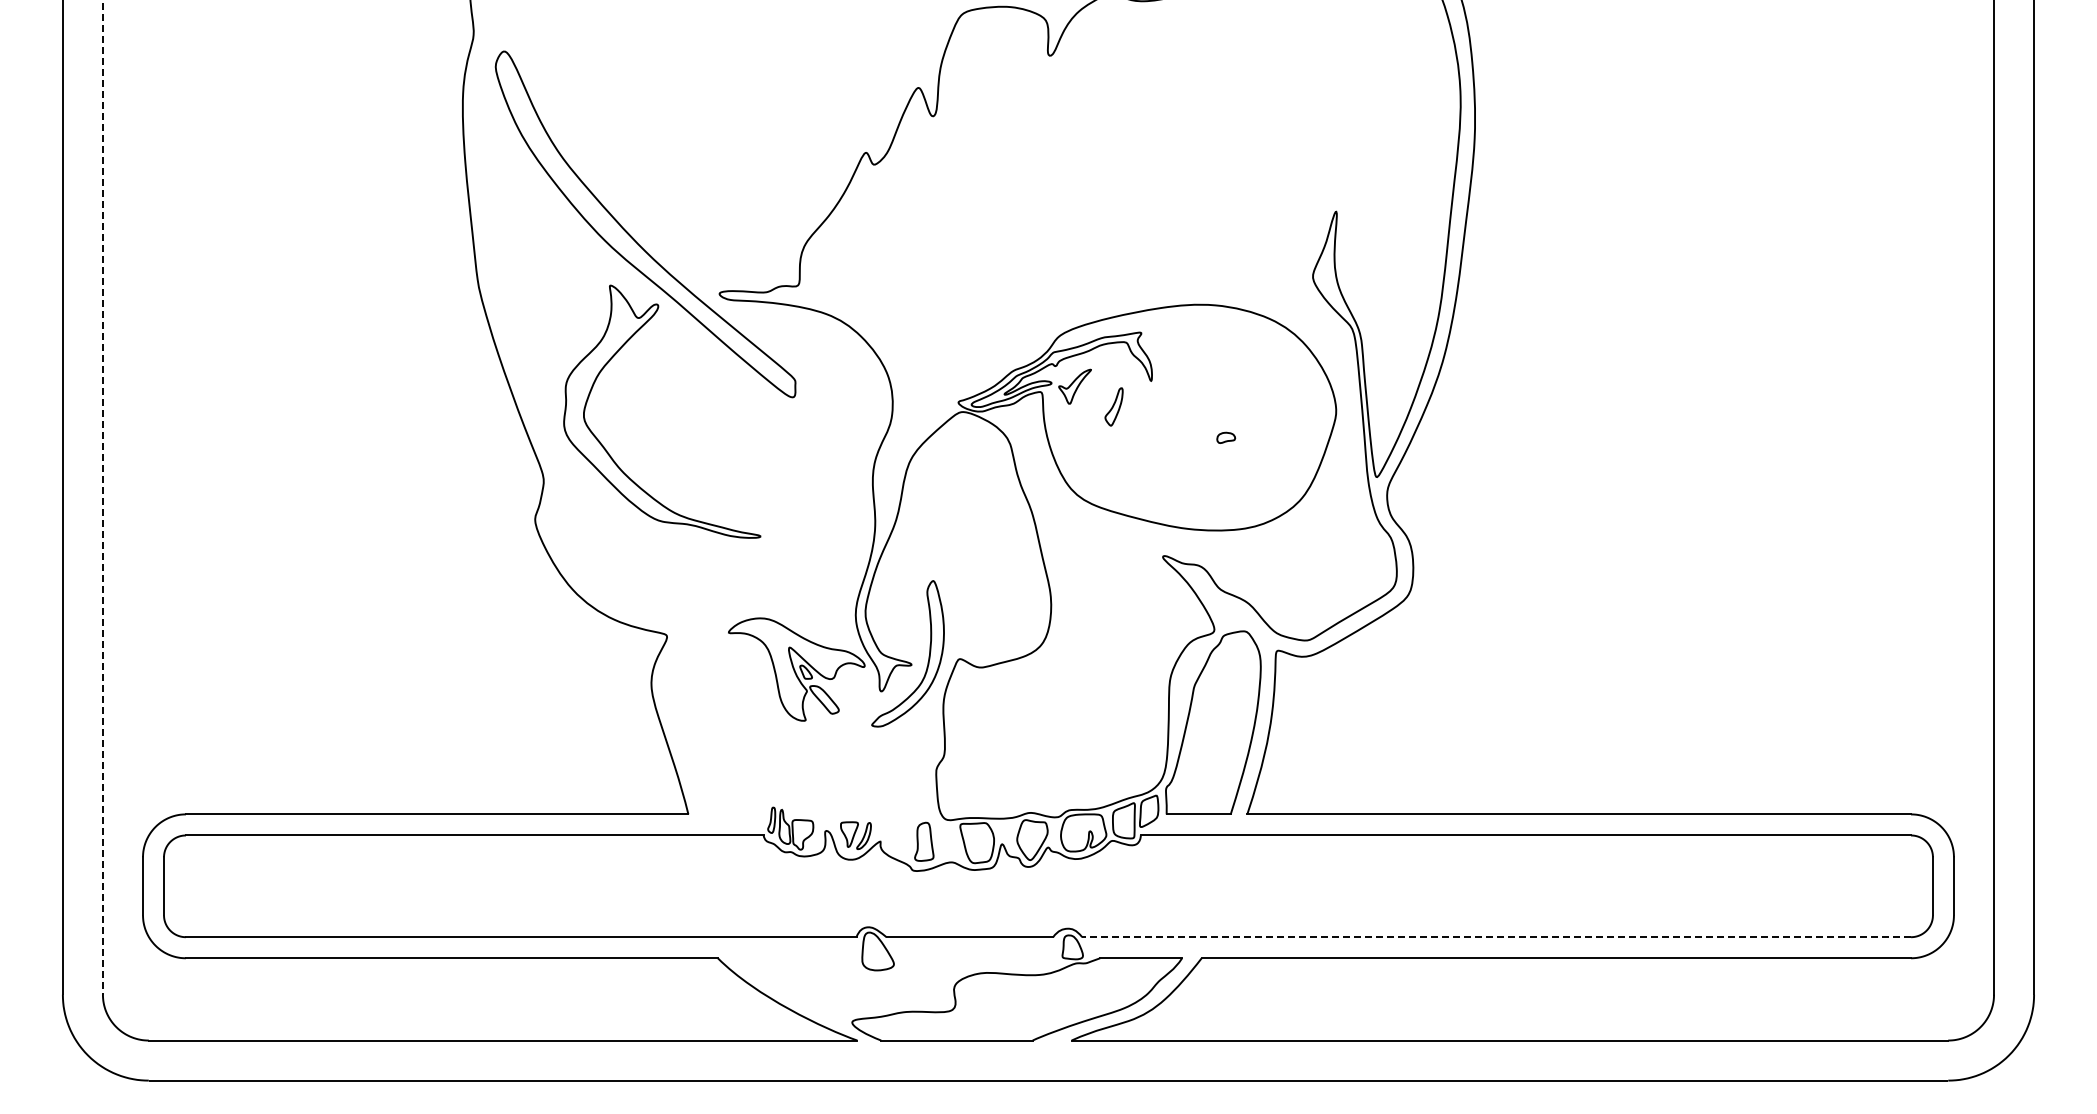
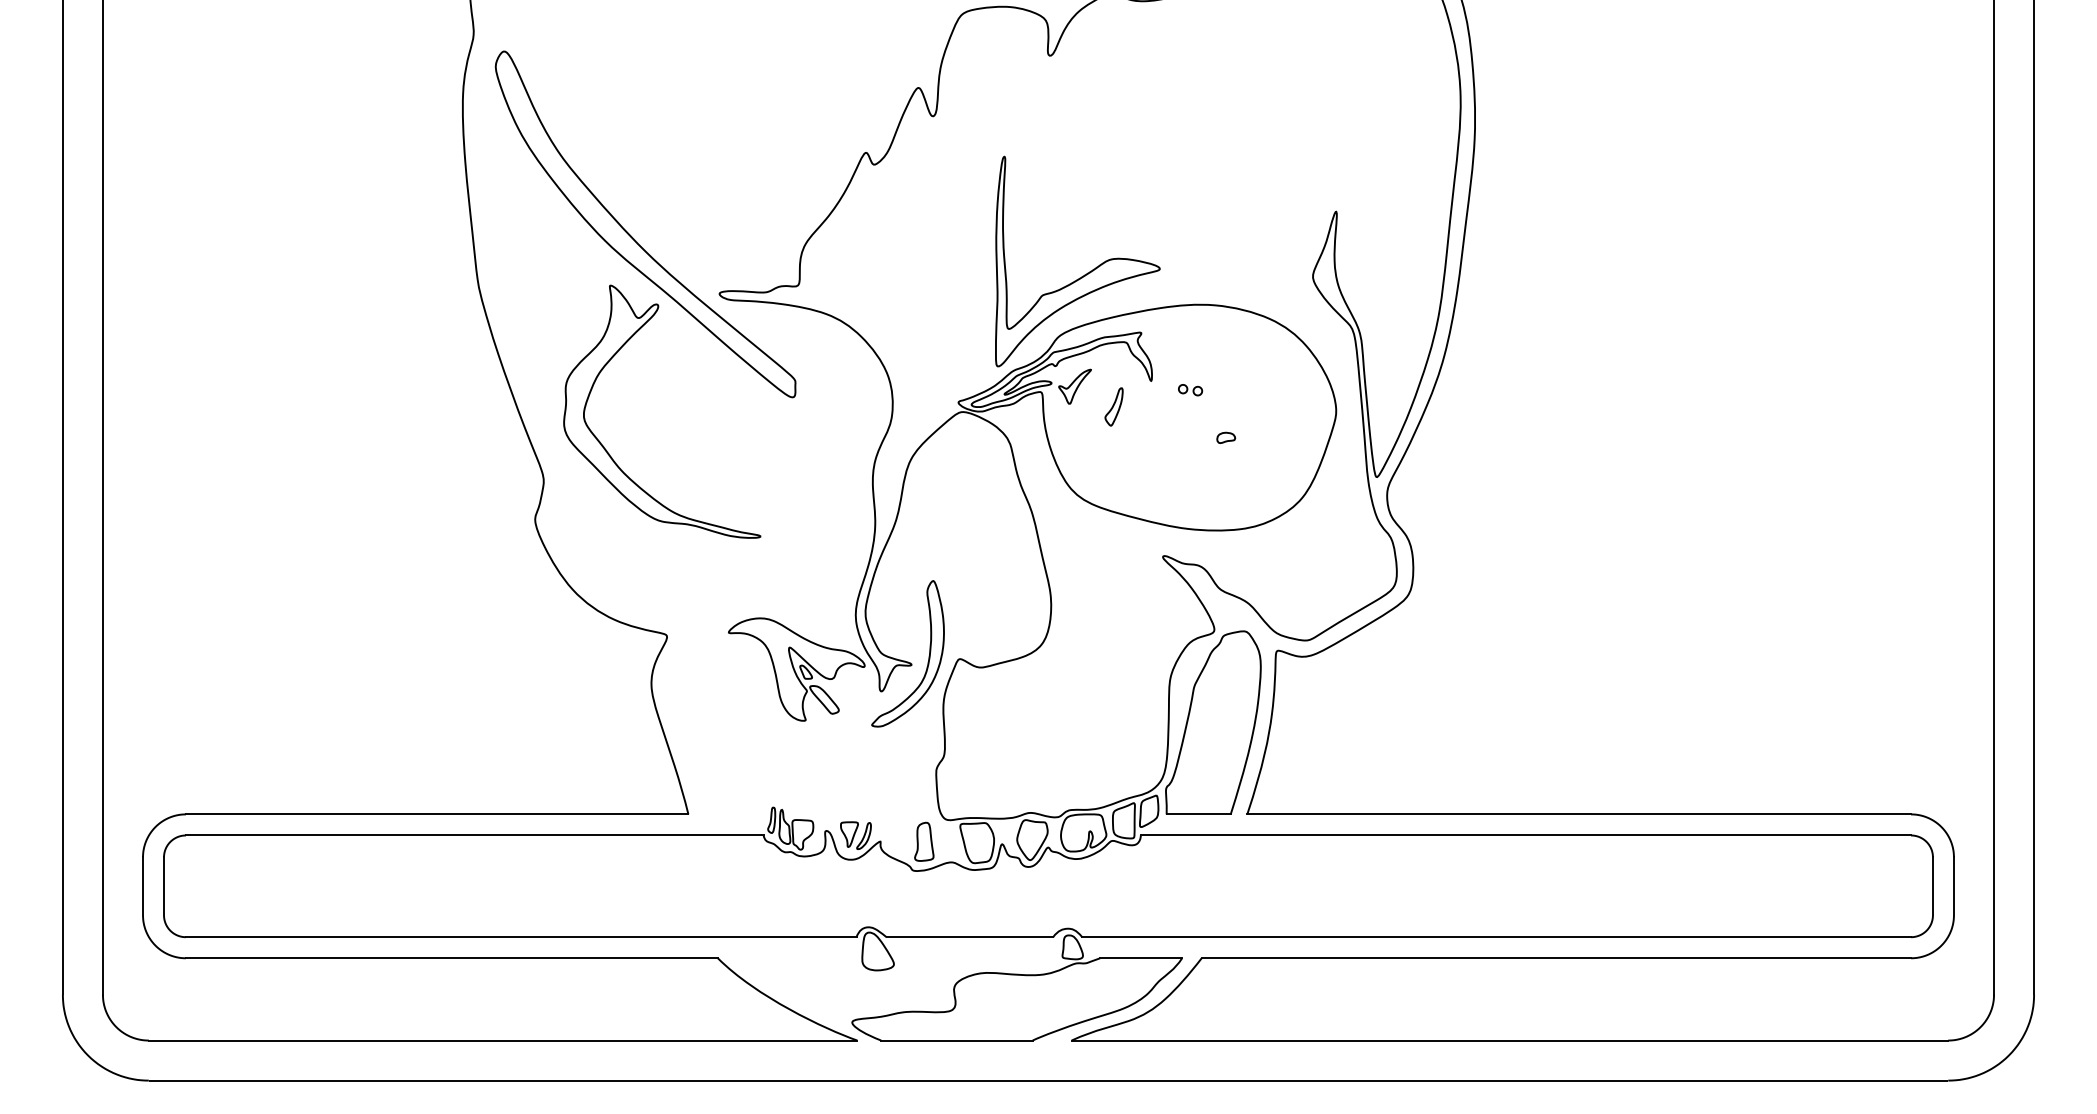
part at (1084, 274): none -> present
part at (1190, 390): none -> present
line at (102, 497): dashed -> solid
line at (1496, 937): dashed -> solid
